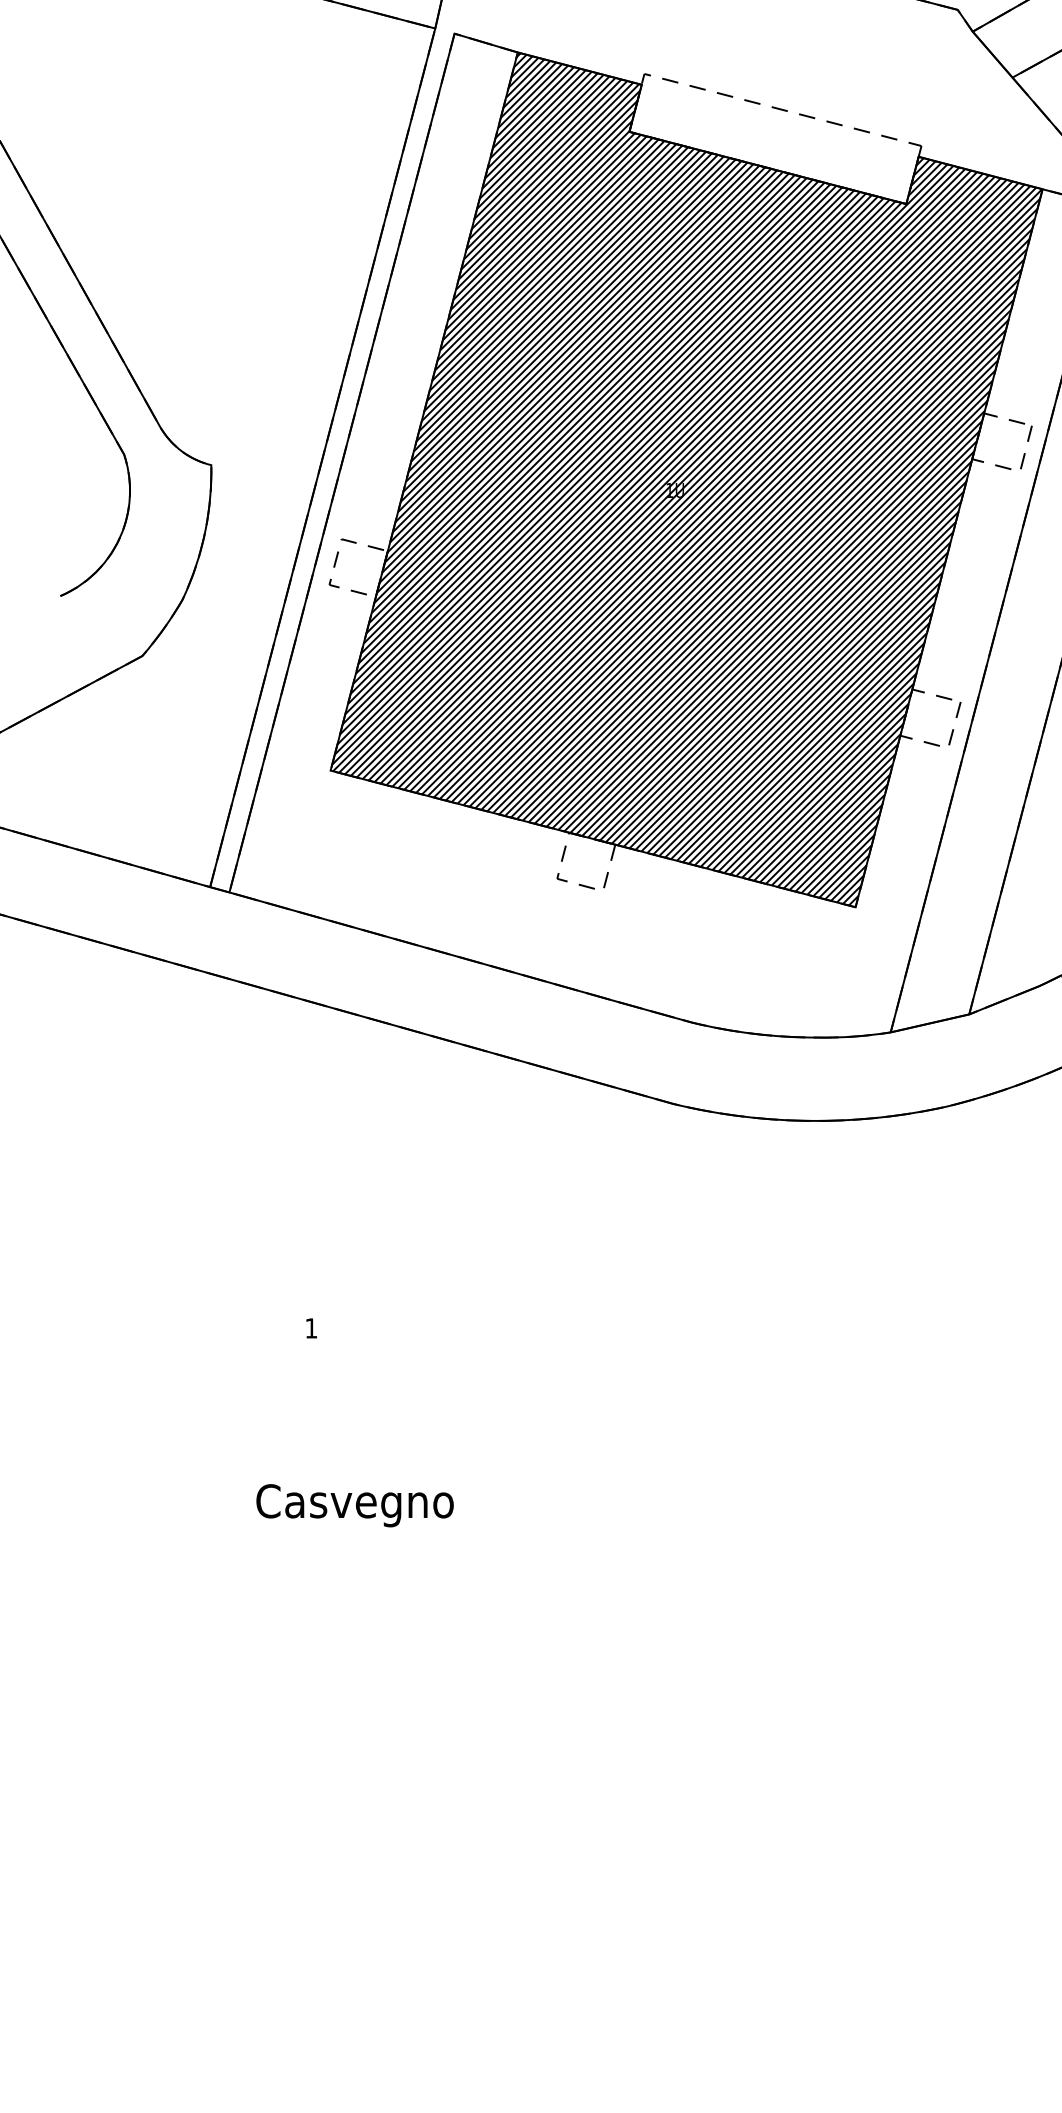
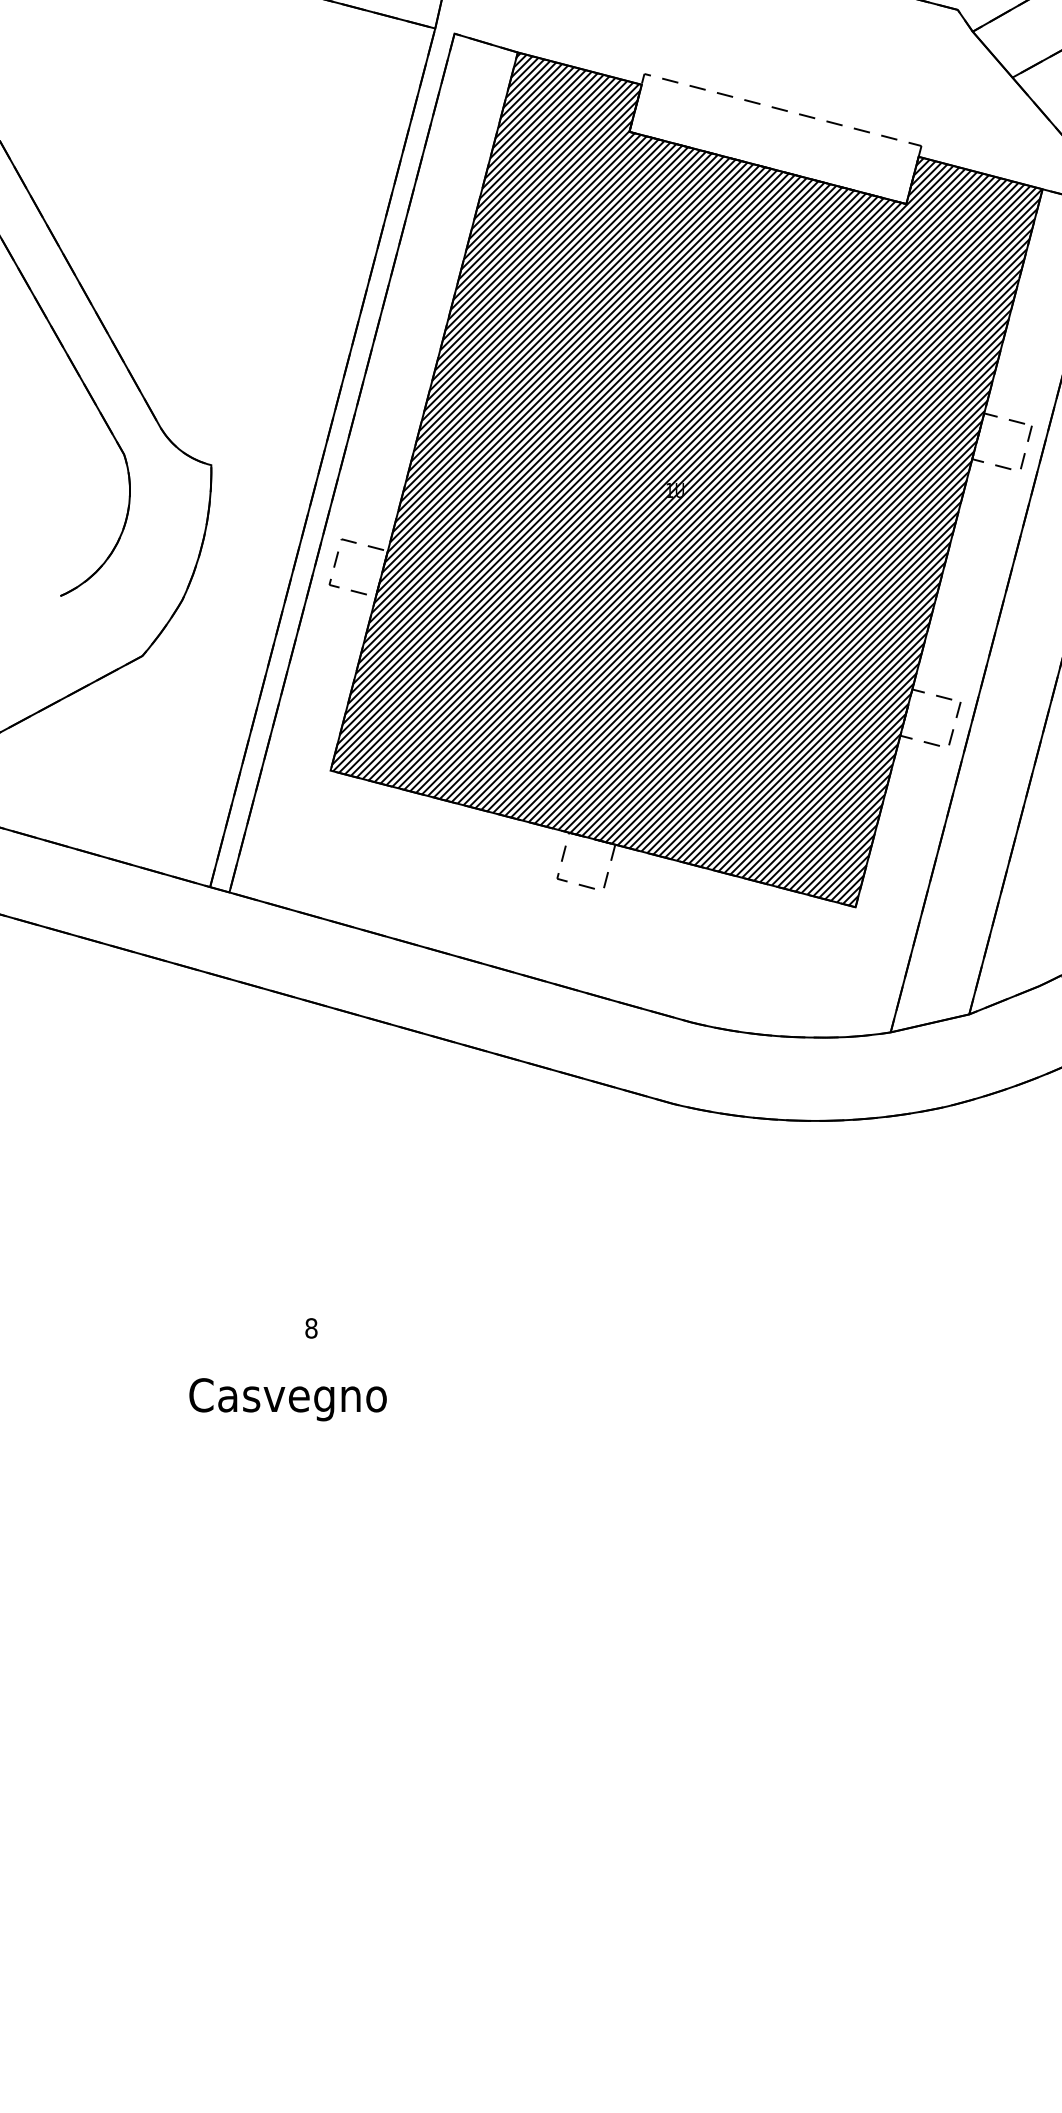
text at (311, 1328): 1 -> 8
text at (354, 1505) position: (354, 1505) -> (287, 1399)
